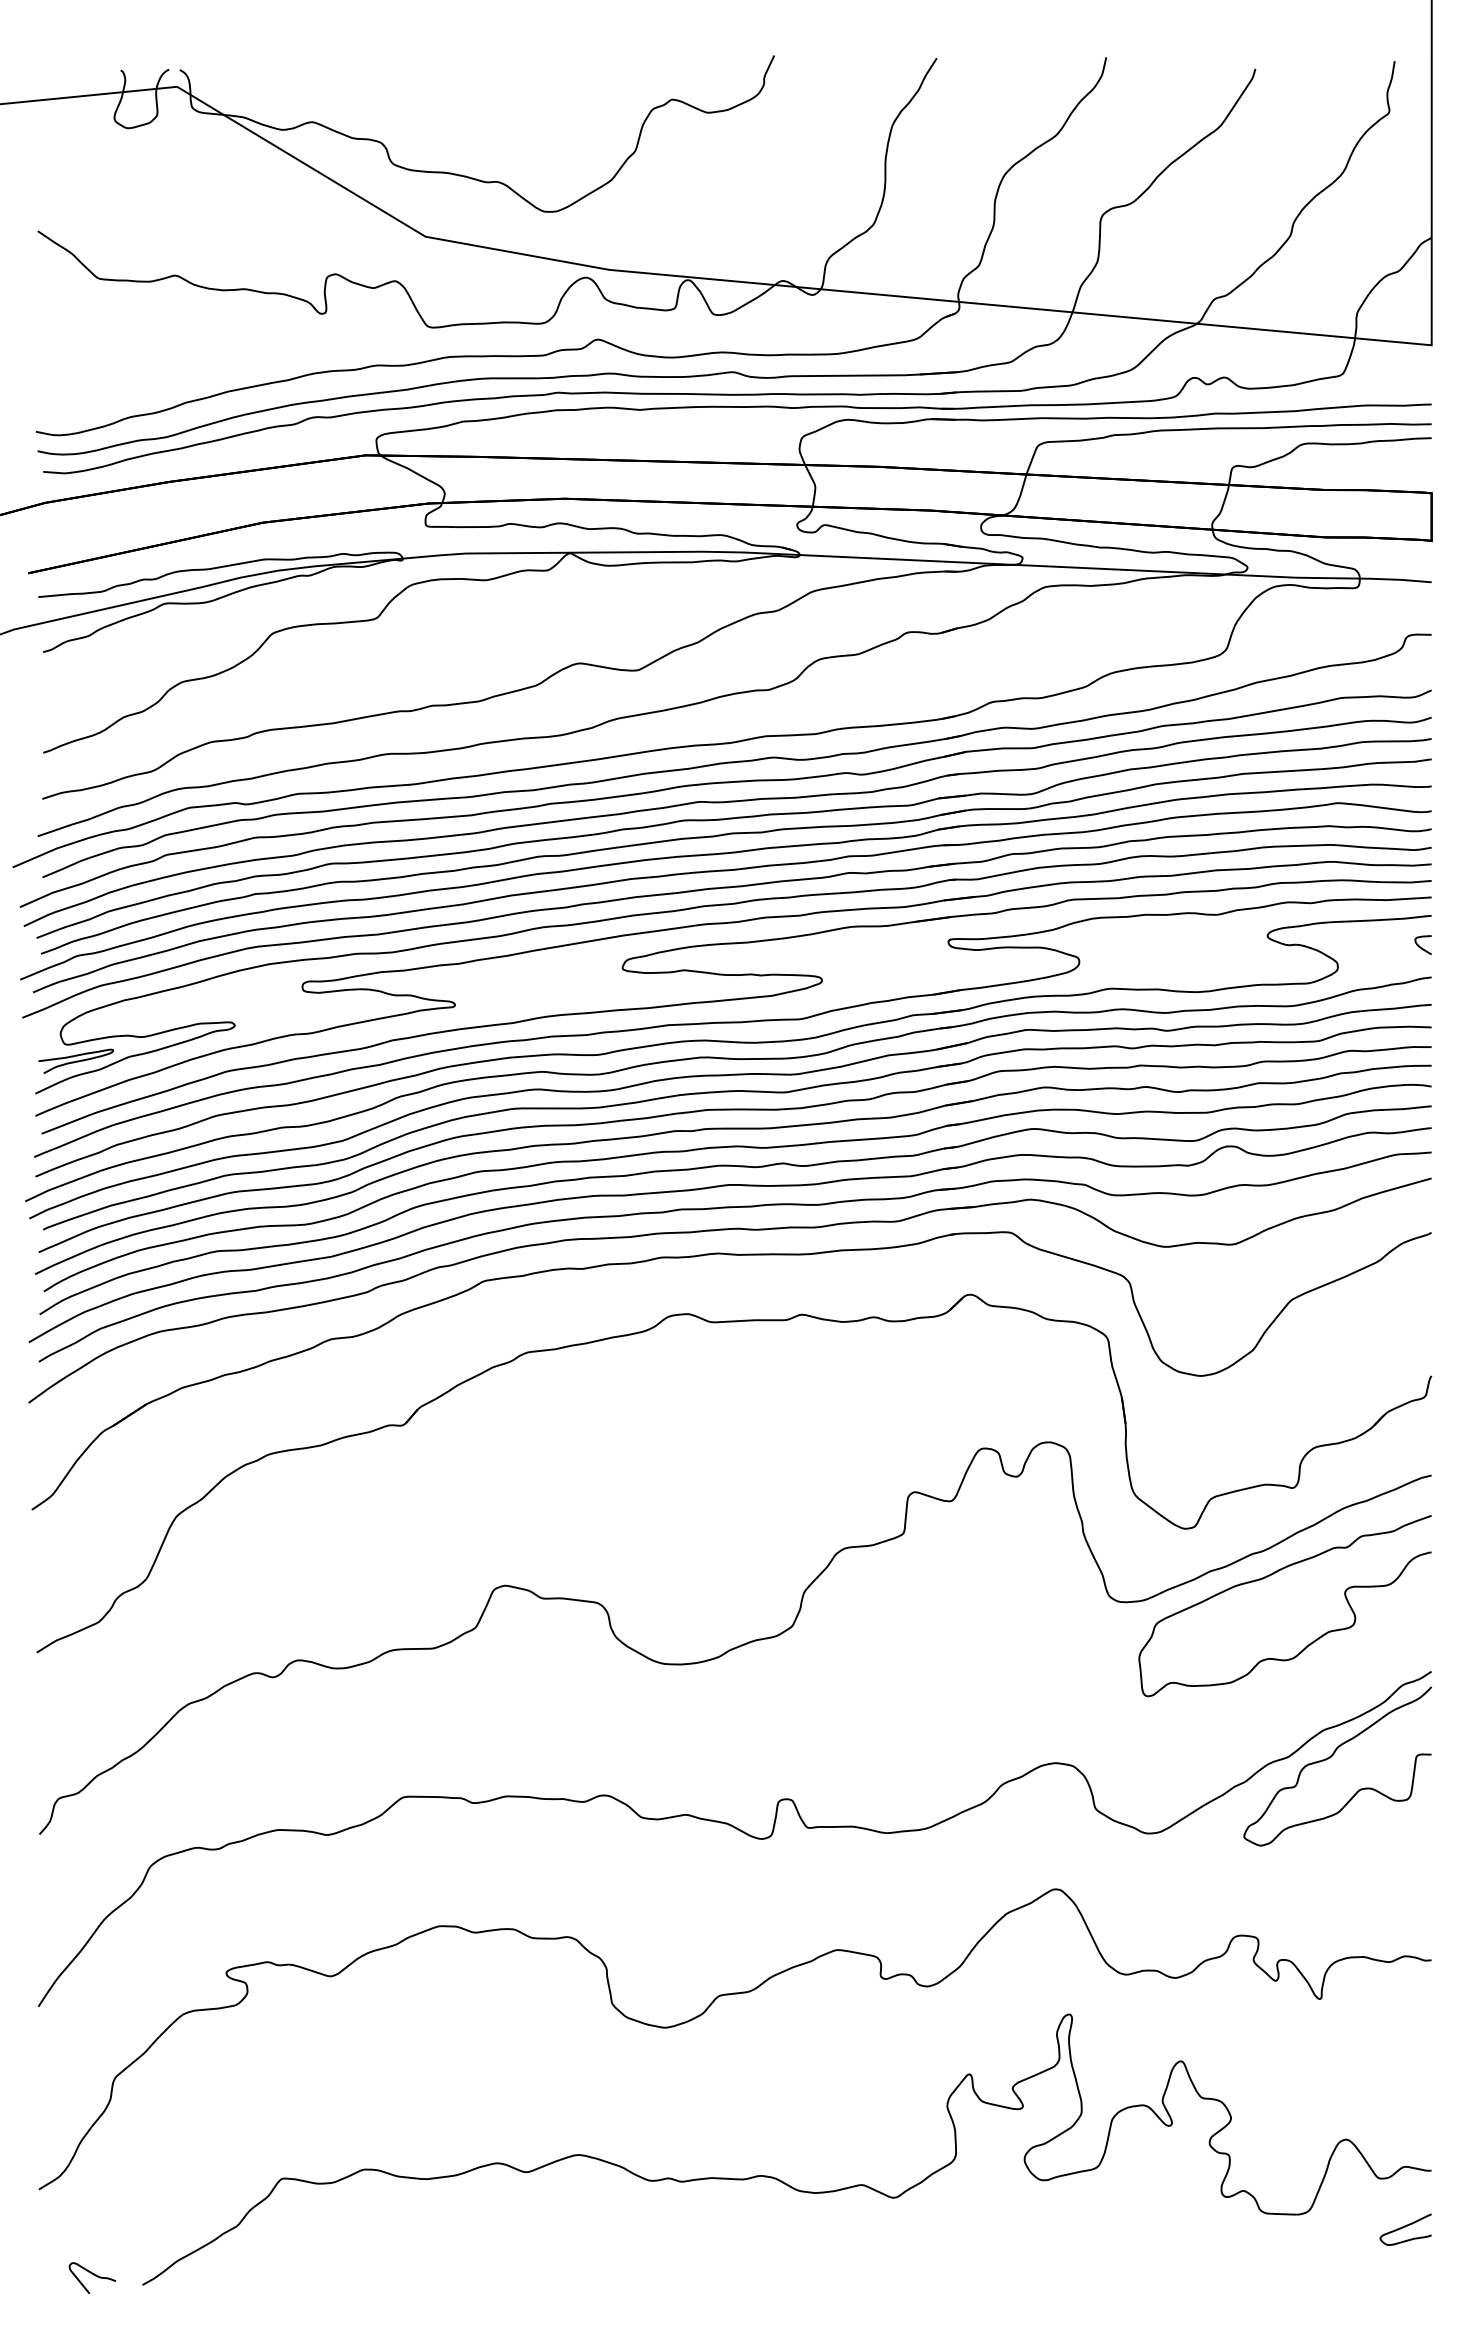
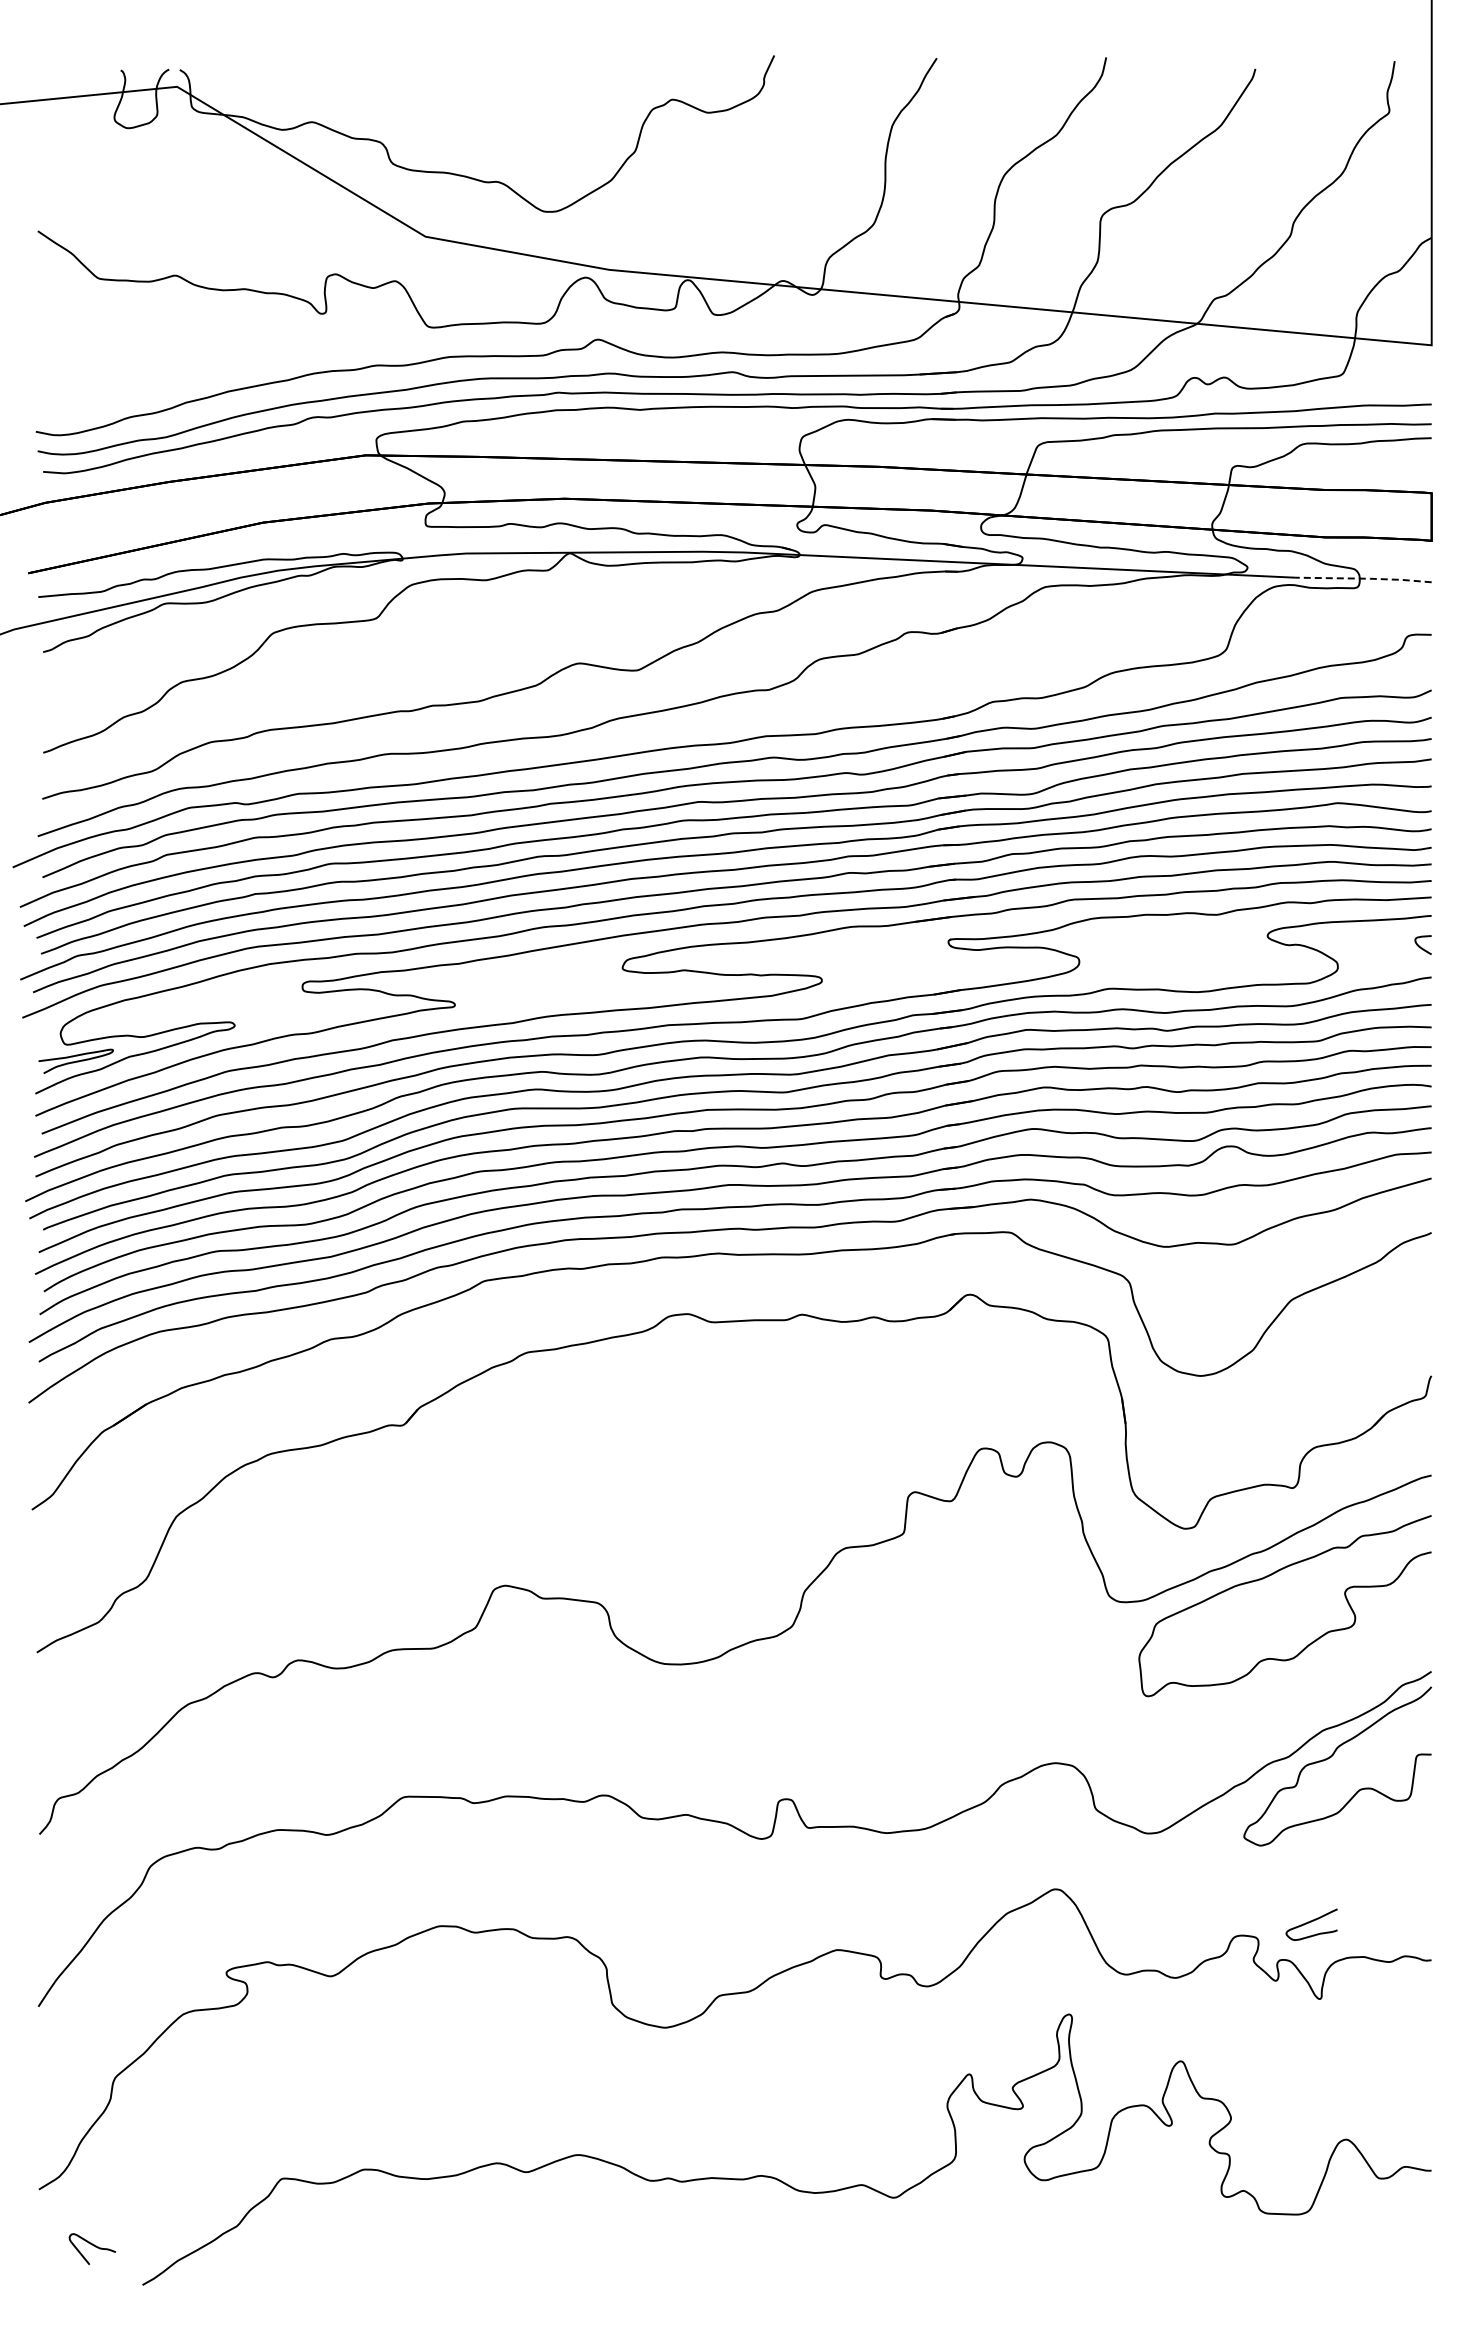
line at (1364, 578): solid -> dashed
curve at (1405, 2227) position: (1405, 2227) -> (1311, 1922)
curve at (93, 2275) position: (93, 2275) -> (93, 2246)
